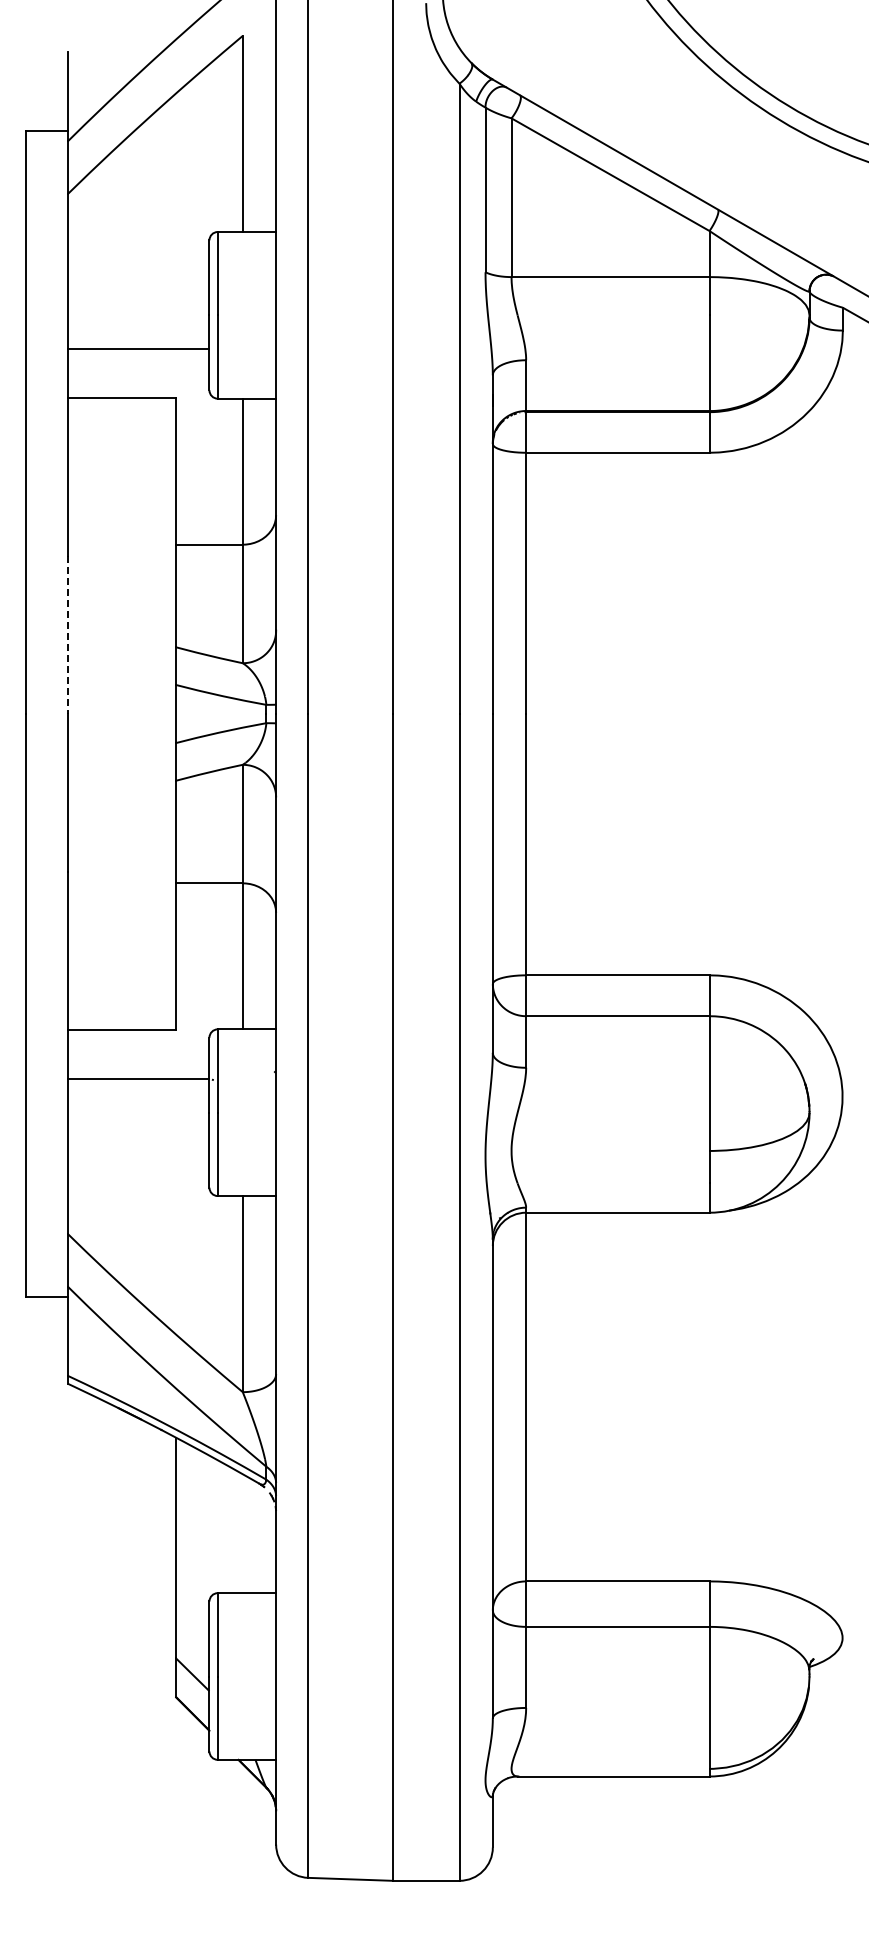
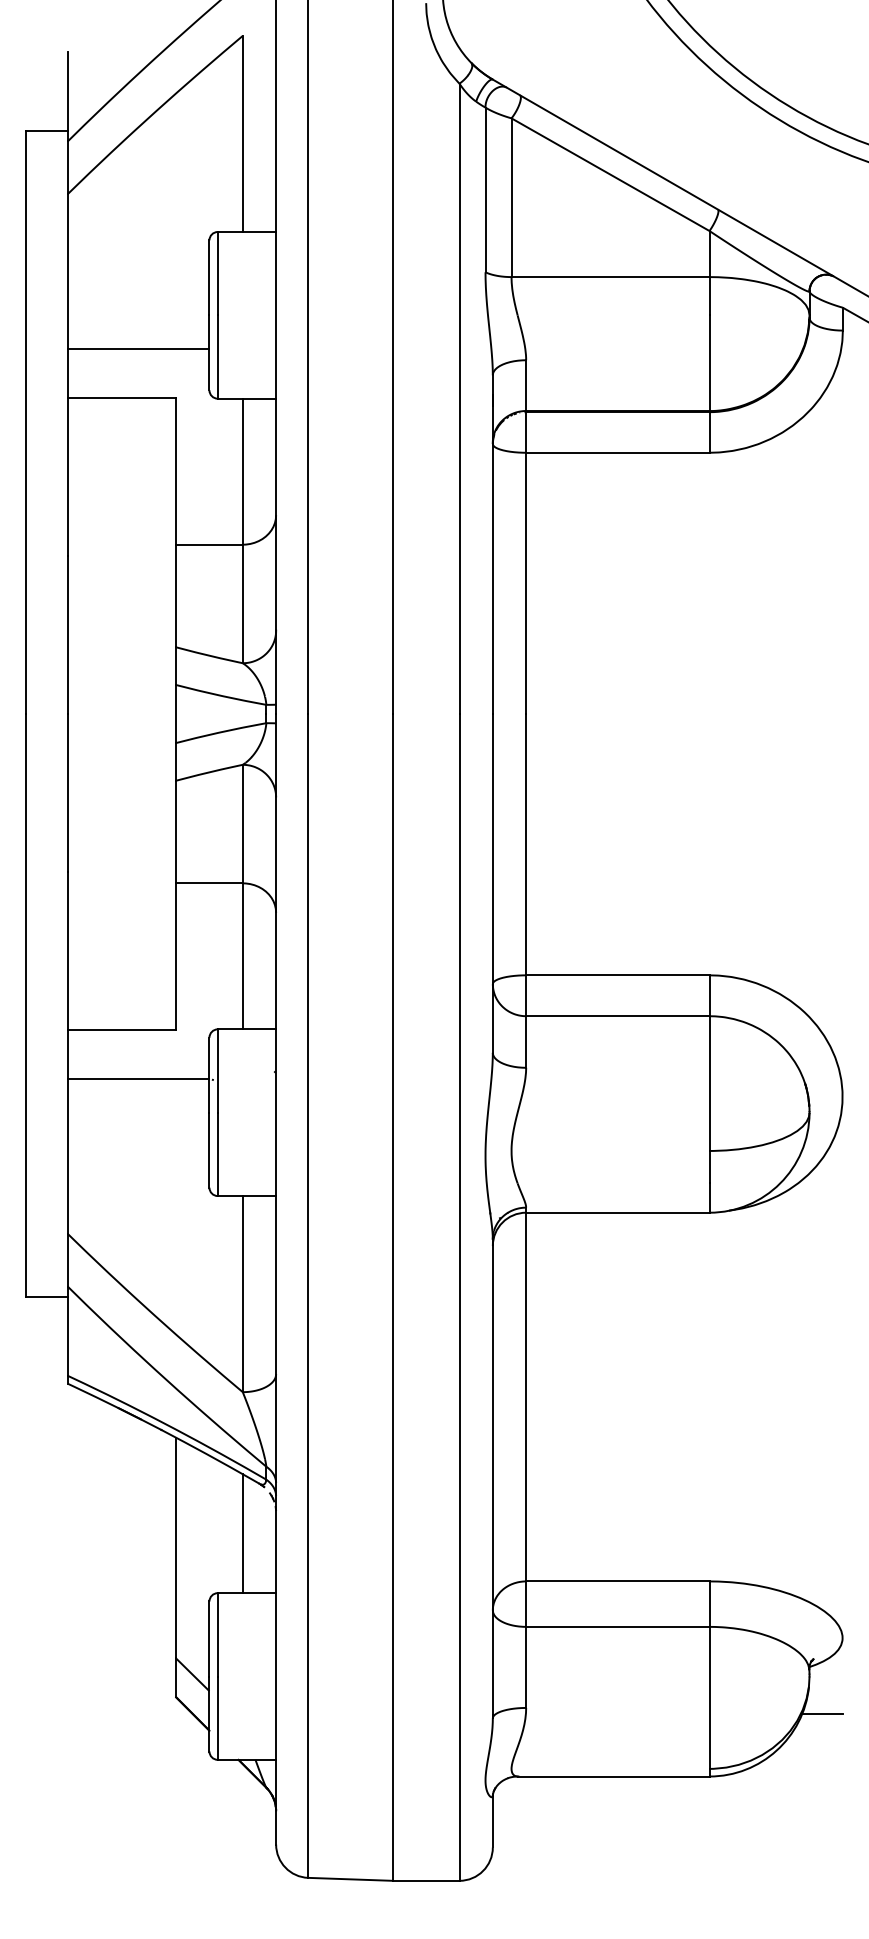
line at (67, 635): dashed -> solid
line at (242, 1533): none -> present
line at (821, 1714): none -> present
